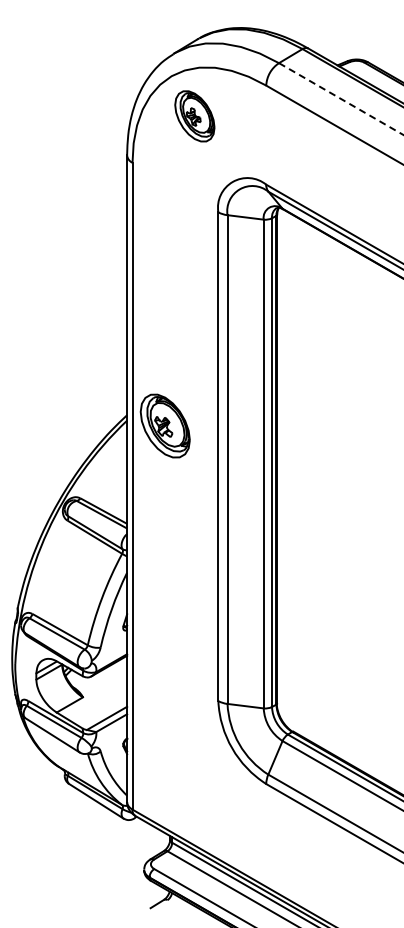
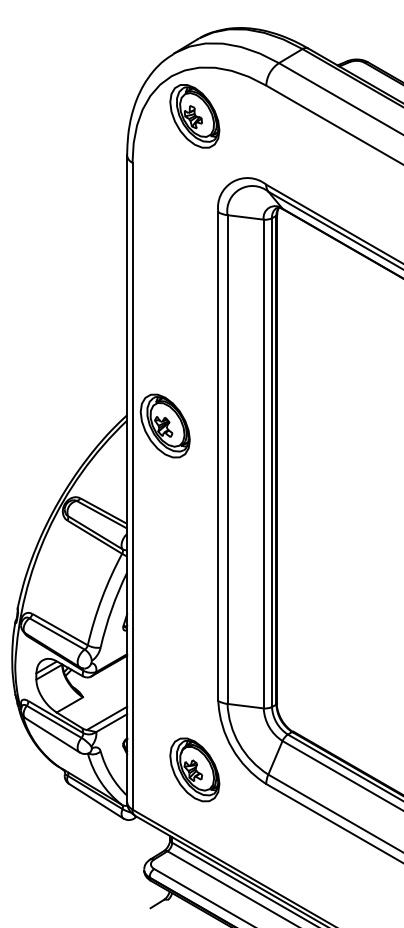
line at (341, 99): dashed -> solid
part at (194, 116) size: 42x53 px -> 52x65 px
part at (194, 769): none -> present
